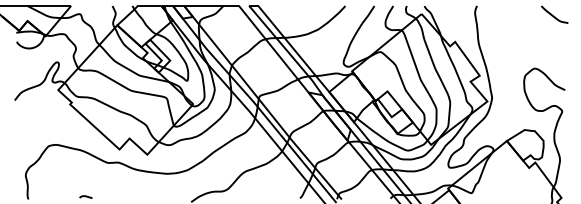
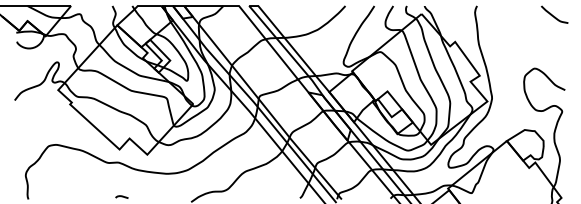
curve at (85, 196) position: (85, 196) -> (121, 196)
